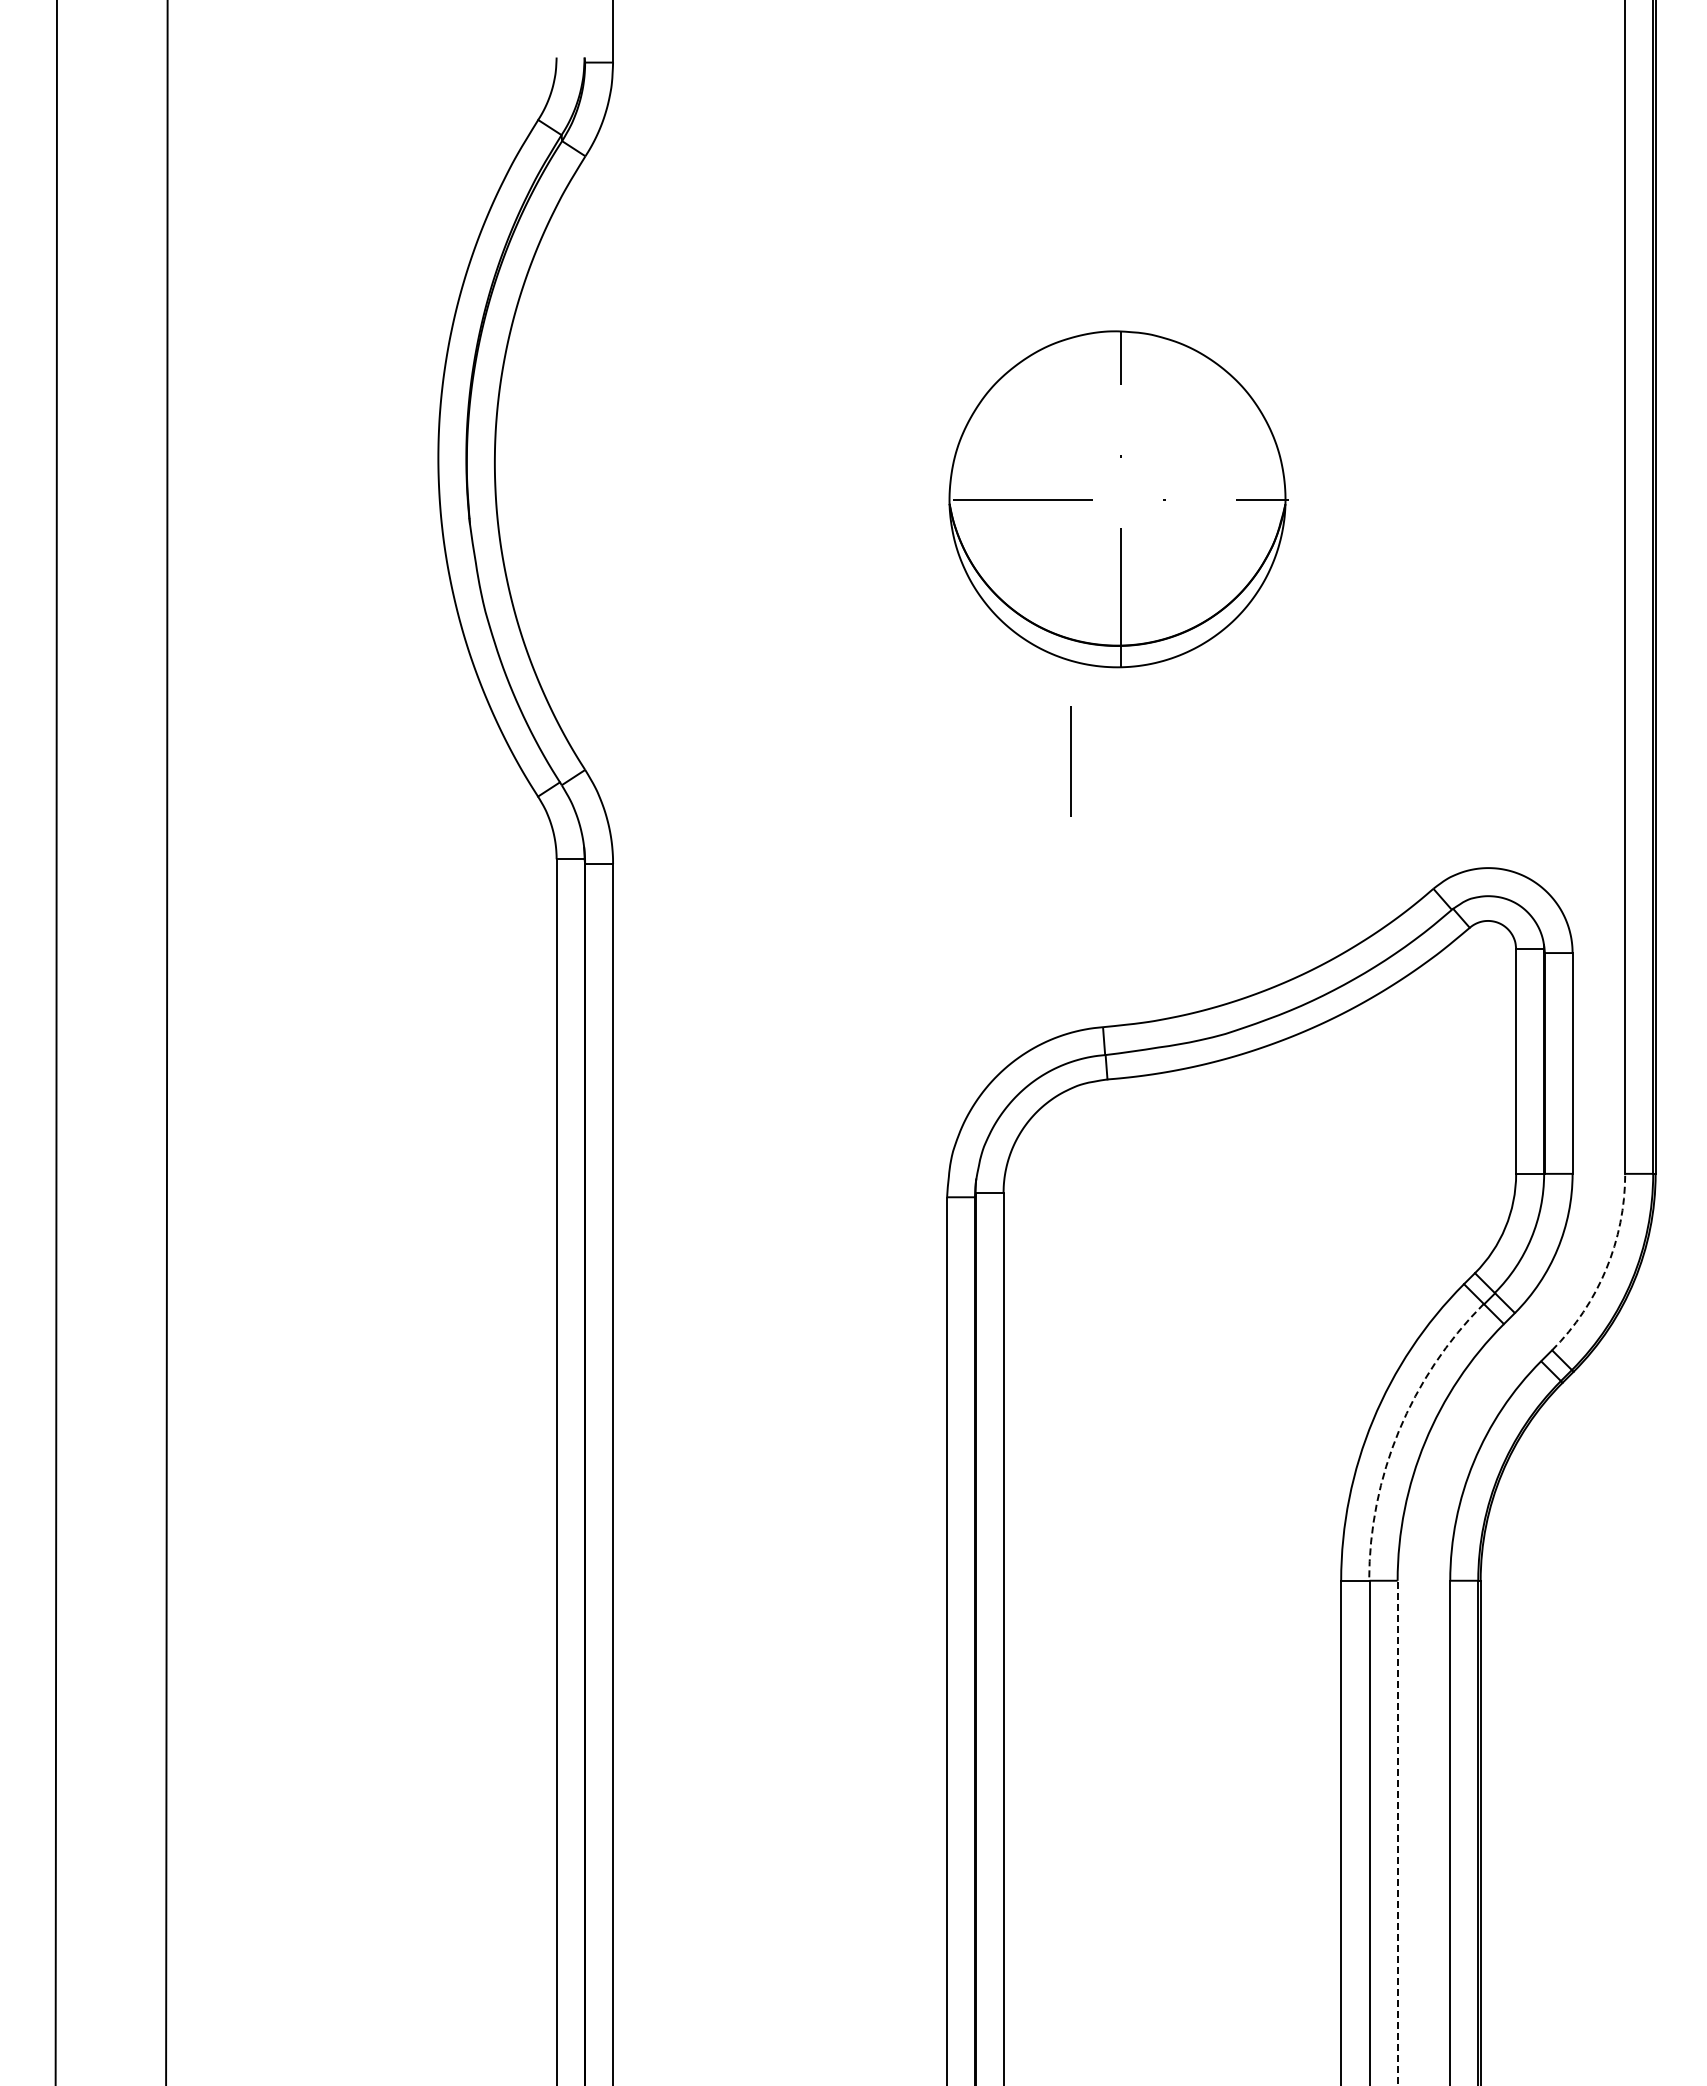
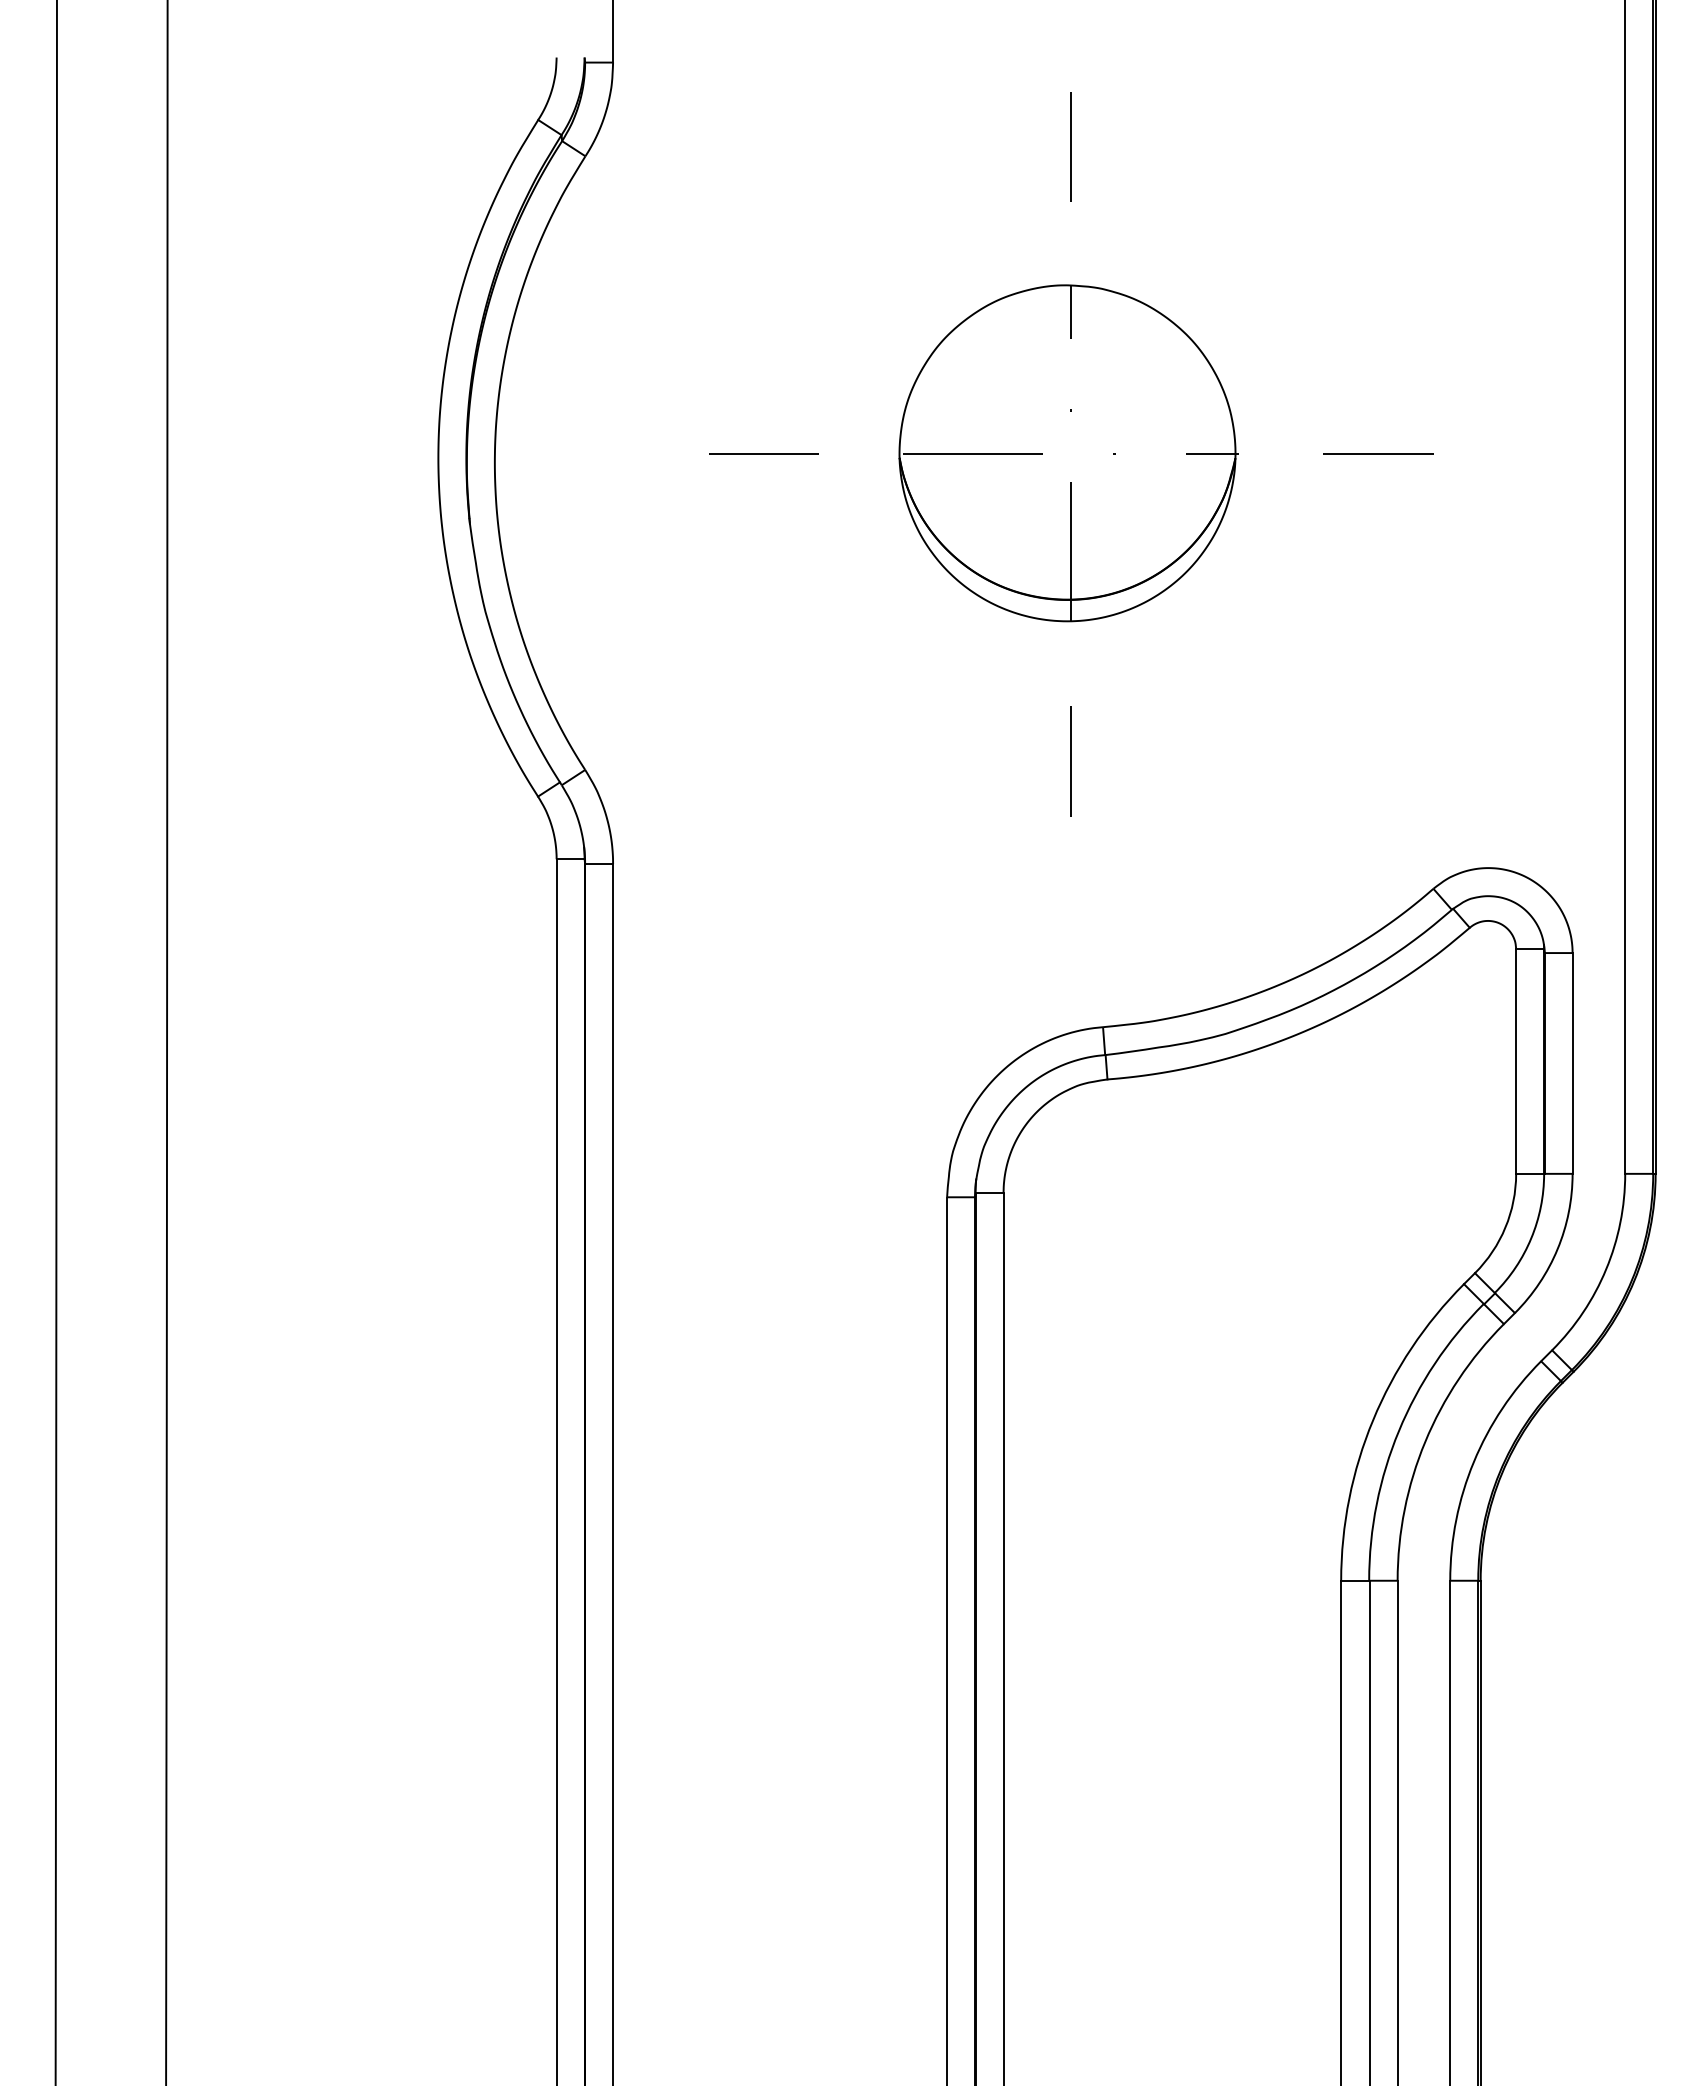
line at (1071, 146): none -> present
line at (763, 453): none -> present
line at (1378, 454): none -> present
part at (1118, 499) position: (1118, 499) -> (1068, 453)
arc at (1606, 1269): dashed -> solid
arc at (1398, 1430): dashed -> solid
line at (1397, 1832): dashed -> solid
